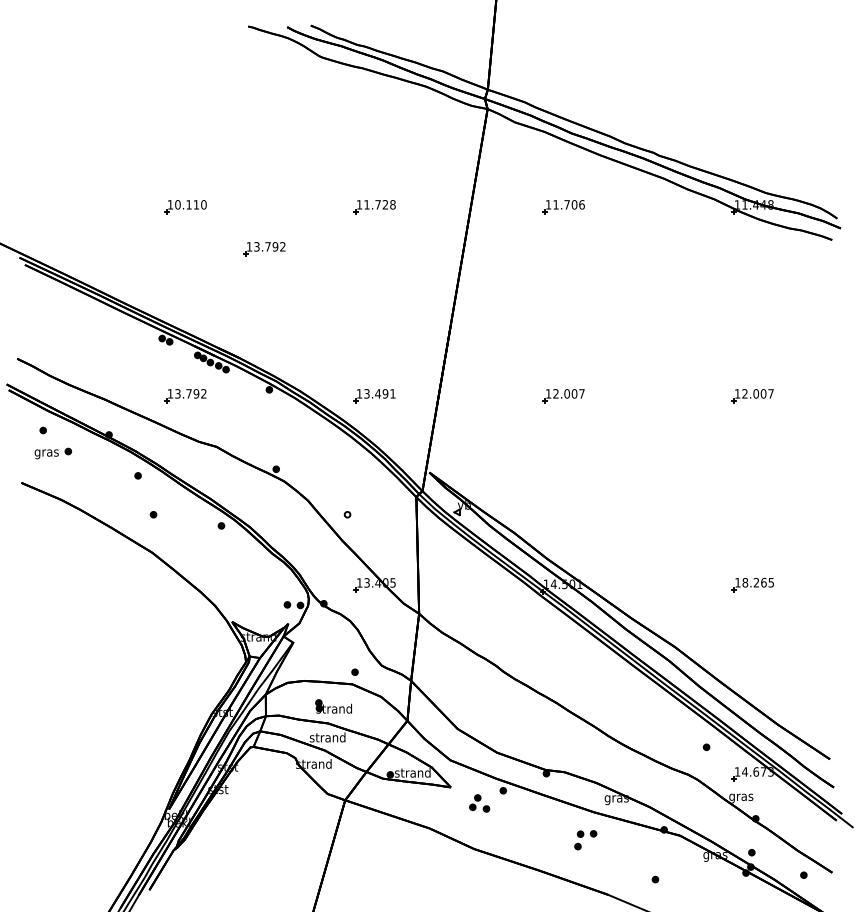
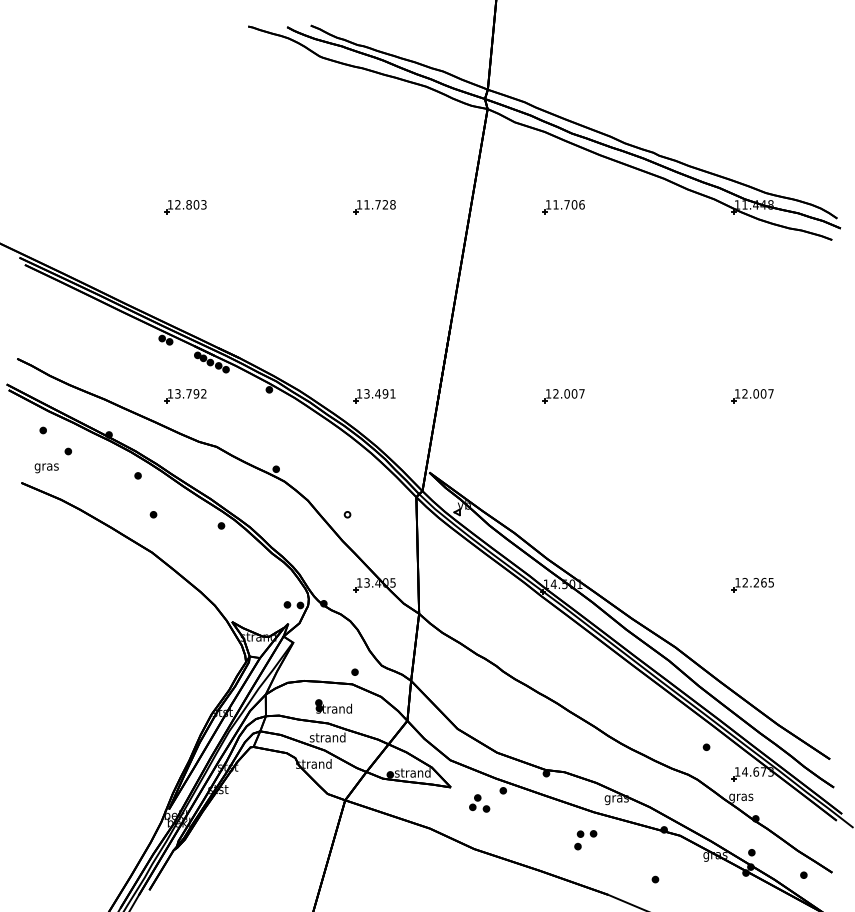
text at (190, 204): 10.110 -> 12.803
part at (264, 249): present -> none
text at (46, 454) position: (46, 454) -> (46, 468)
text at (745, 582): 18.265 -> 12.265
